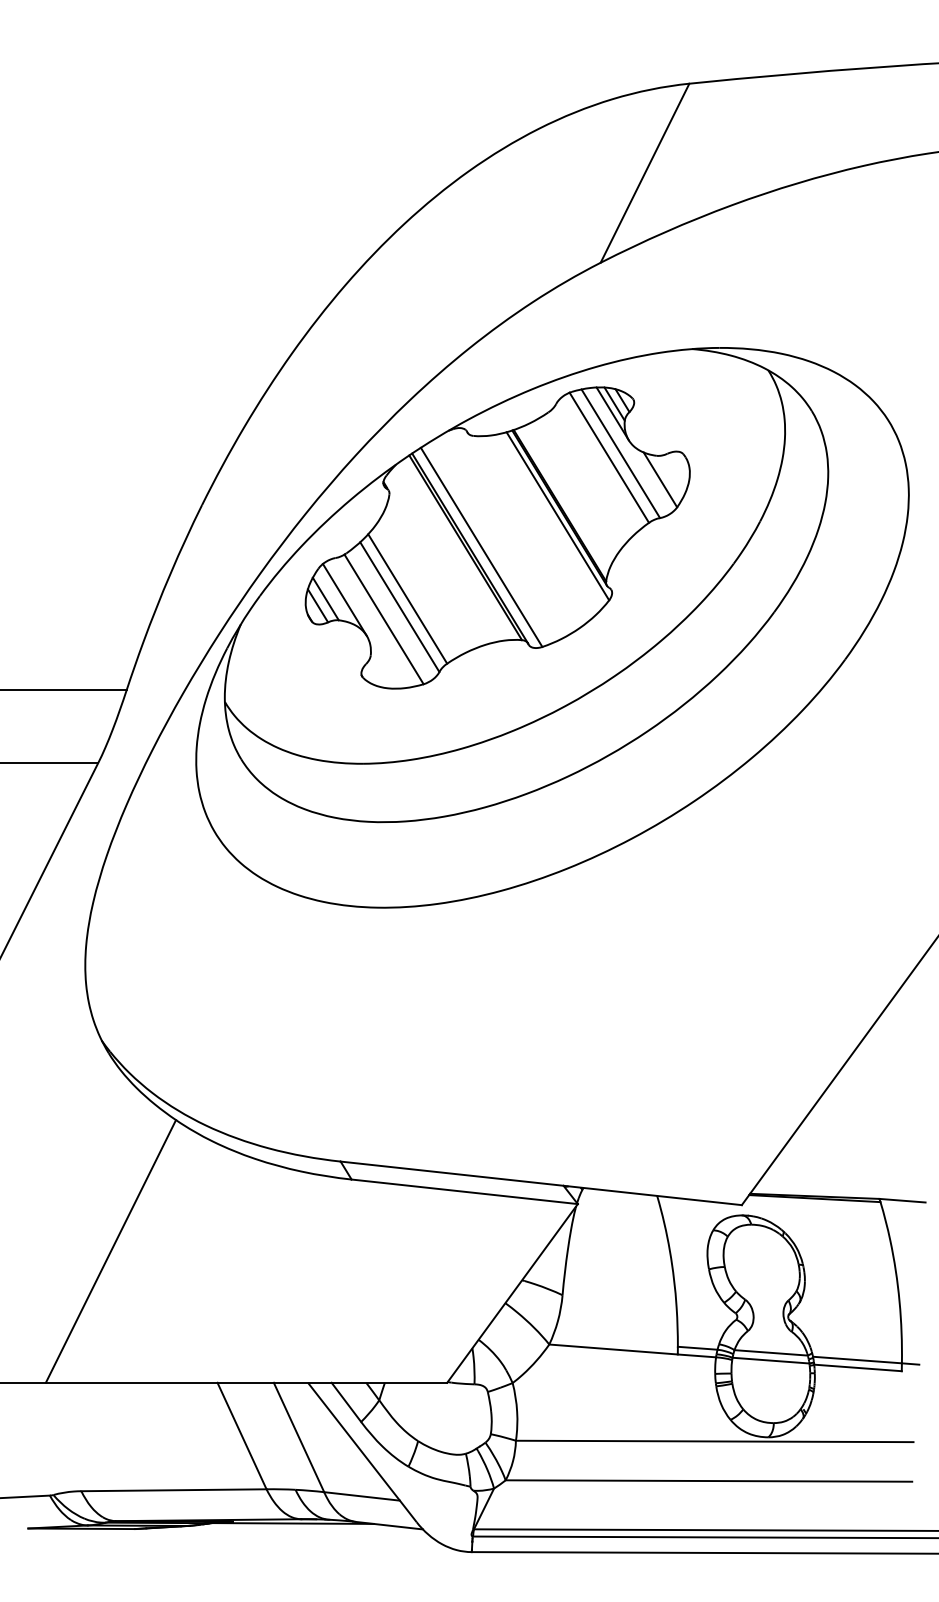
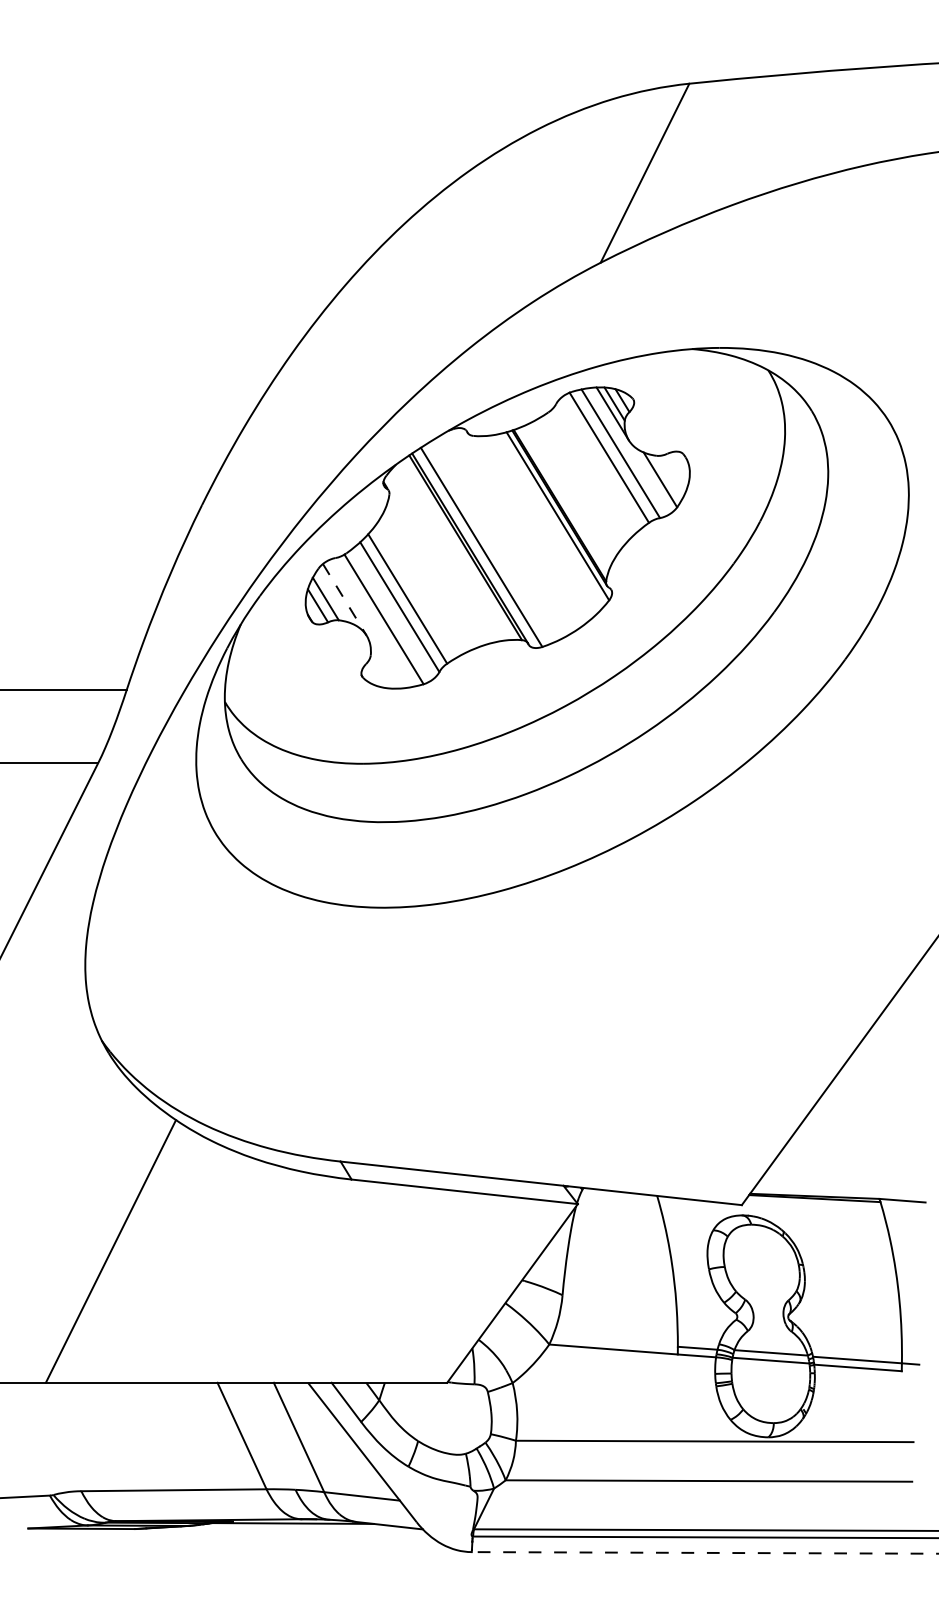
line at (345, 600): solid -> dashed
line at (704, 1552): solid -> dashed
